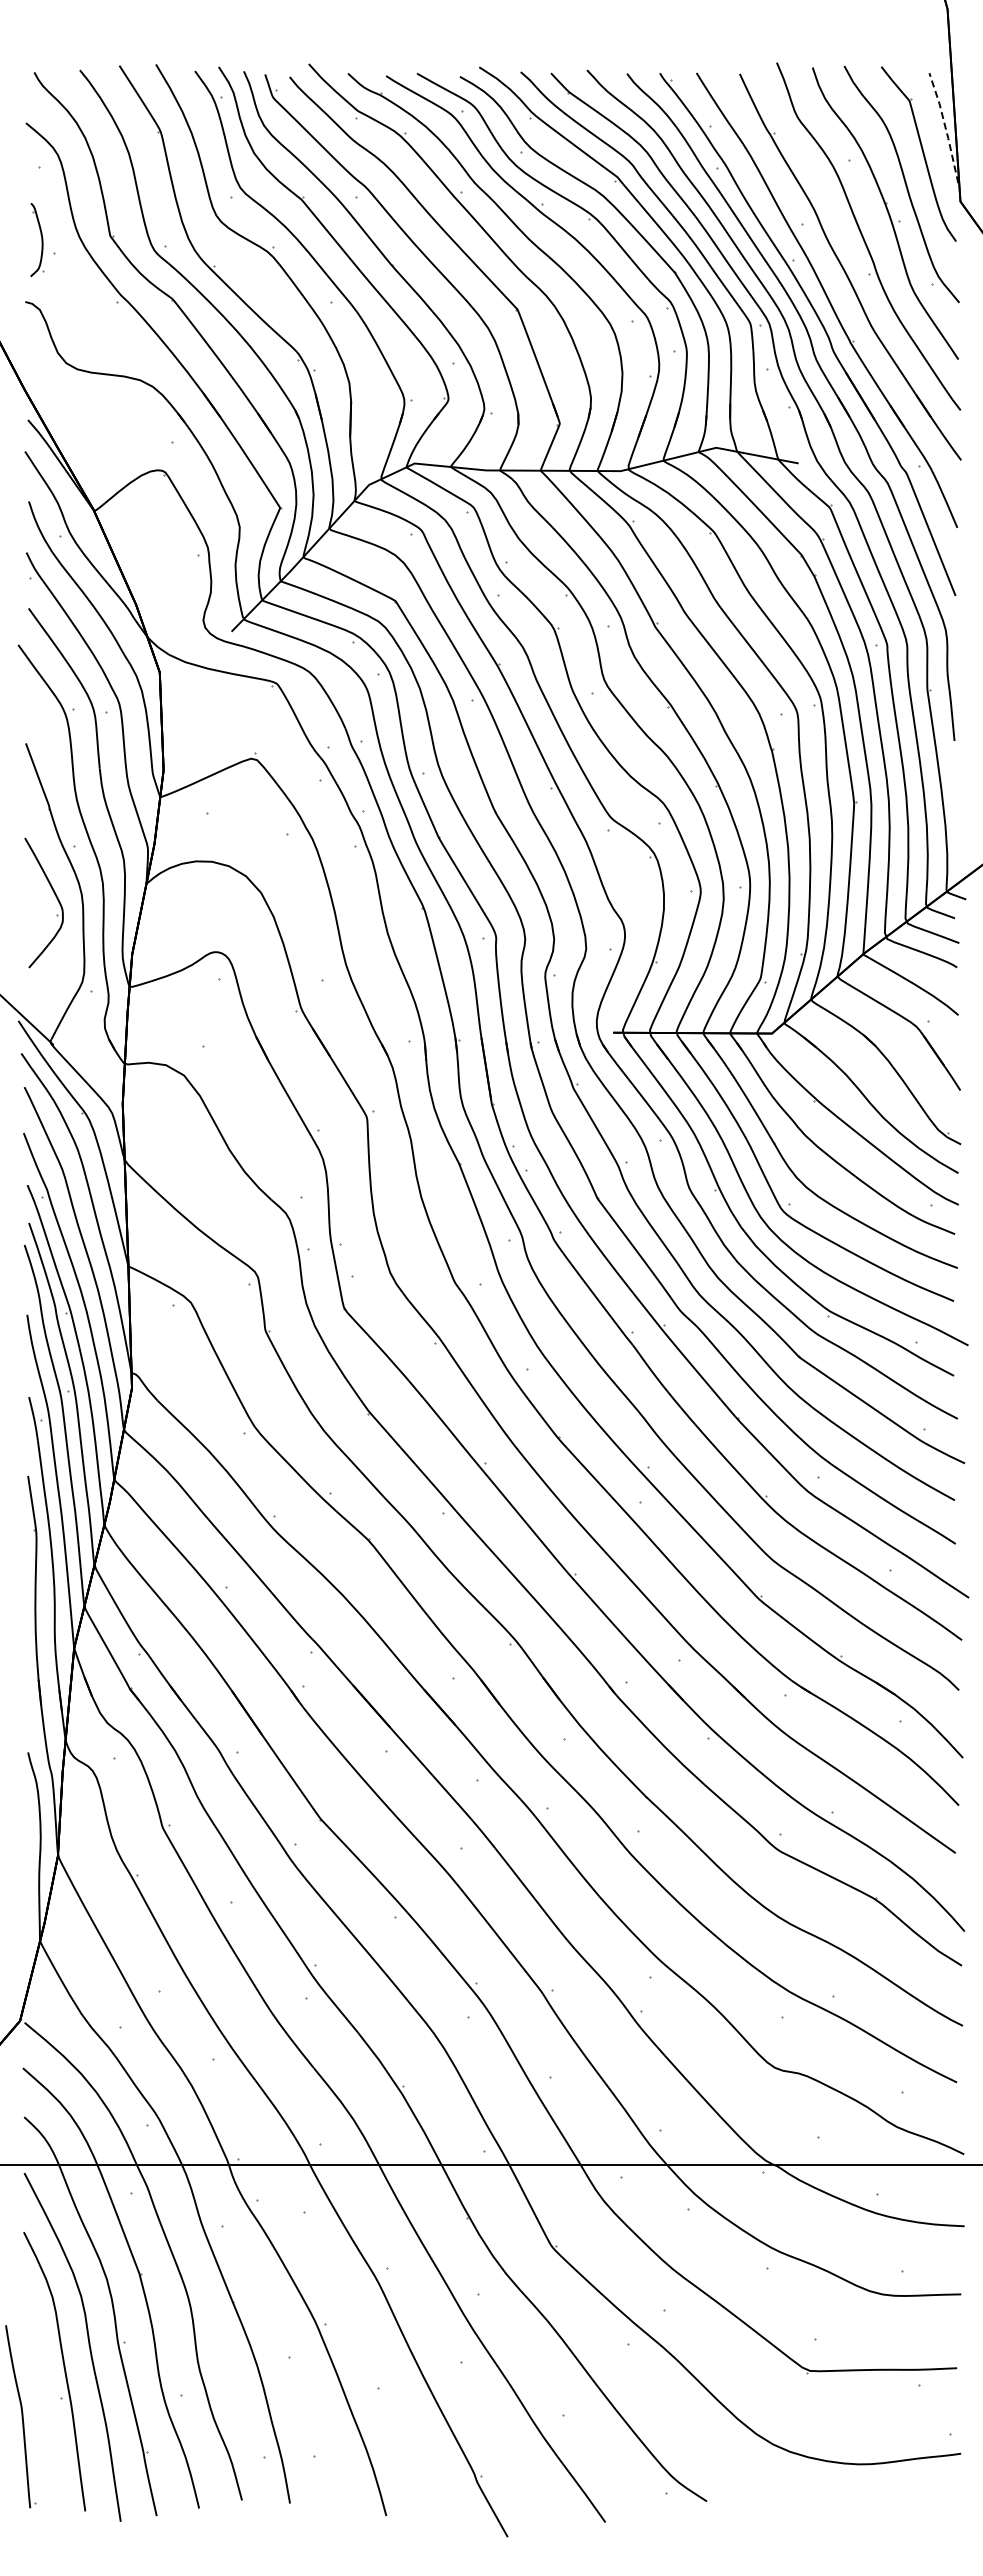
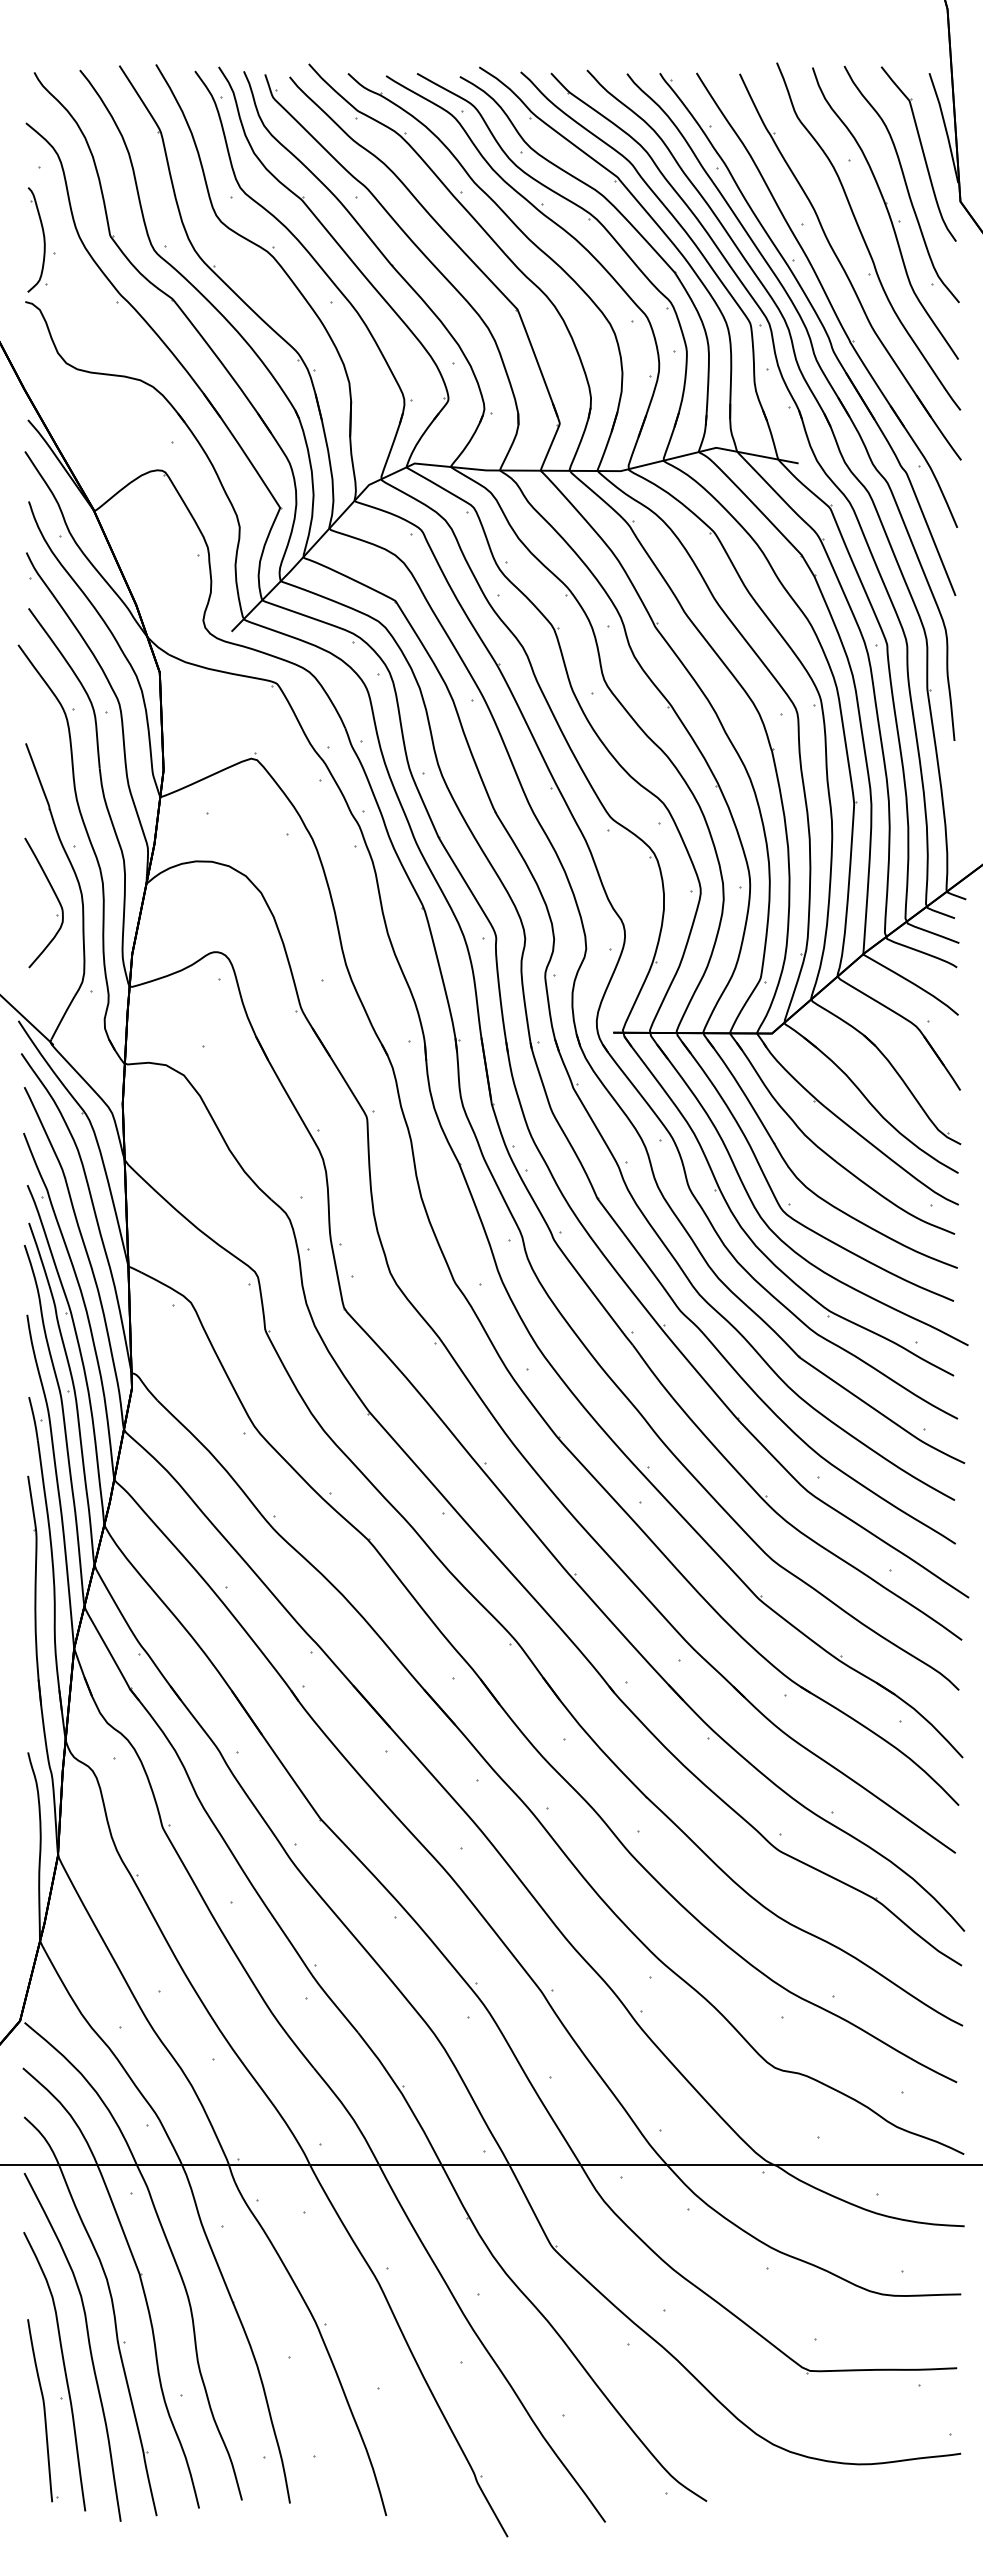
line at (945, 126): dashed -> solid
part at (37, 239) size: 15x74 px -> 21x106 px
part at (20, 2416) position: (20, 2416) -> (42, 2410)
